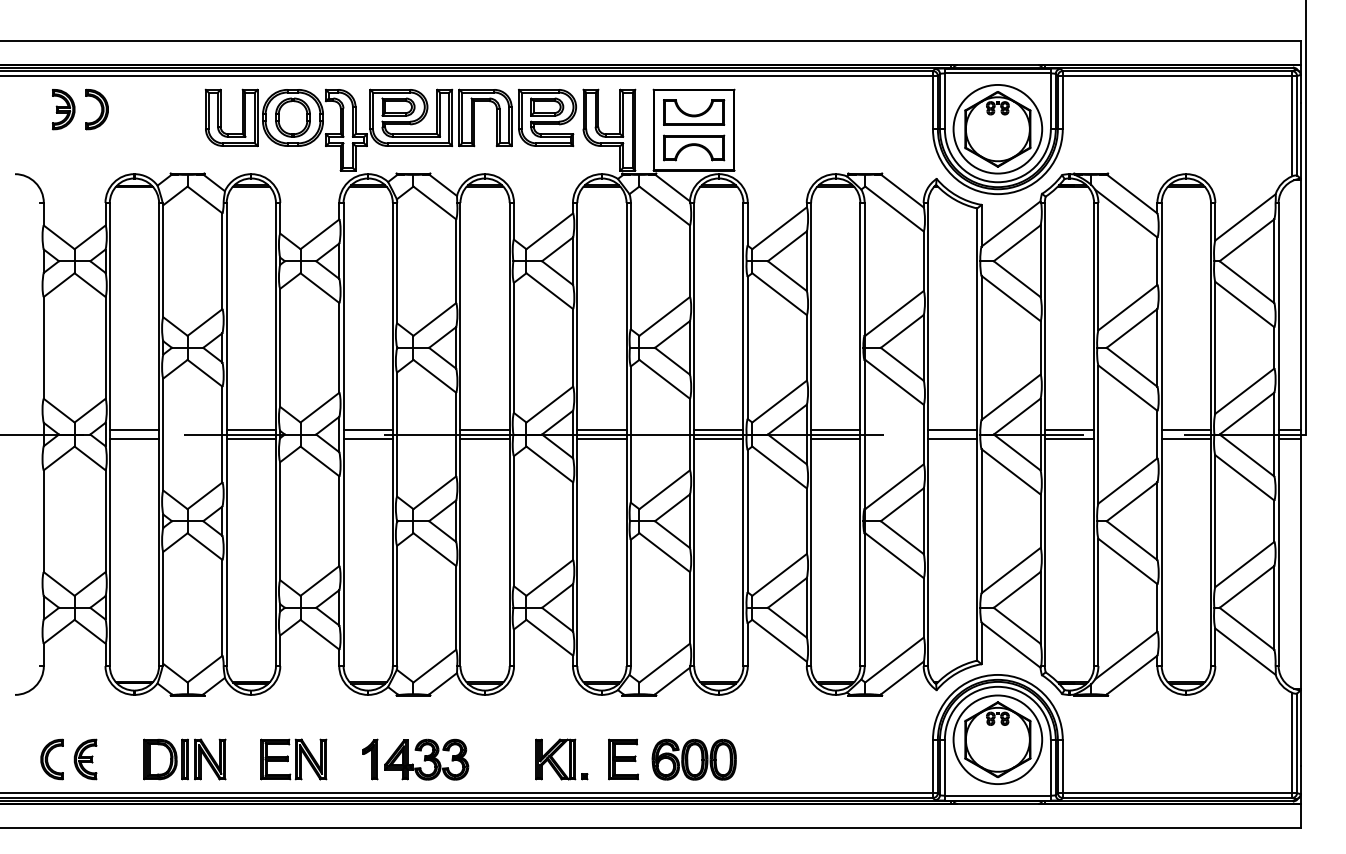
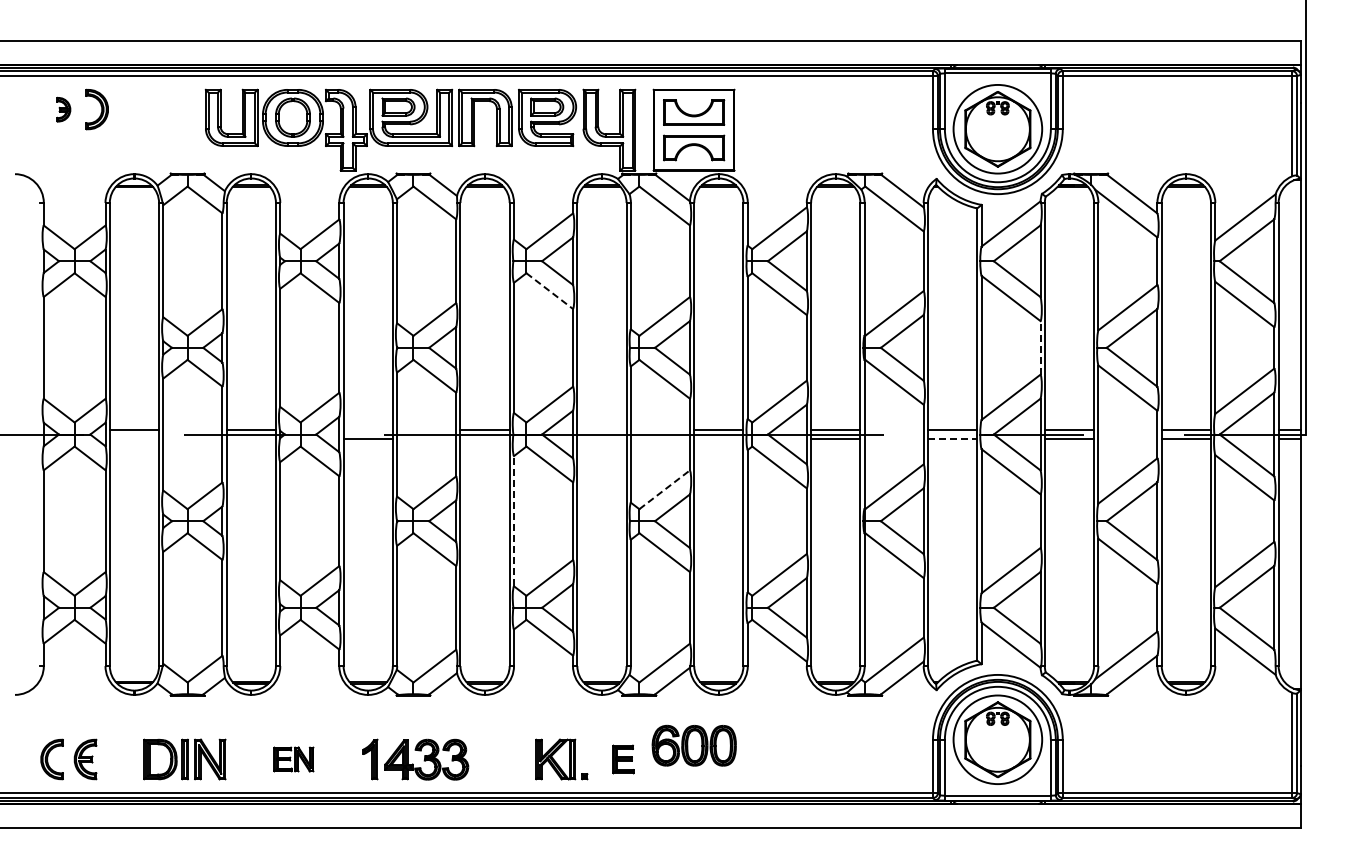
part at (63, 109) size: 24x42 px -> 16x27 px
line at (550, 291): solid -> dashed
line at (1040, 347): solid -> dashed
line at (367, 430): present -> none
line at (601, 430): present -> none
line at (134, 438): present -> none
line at (250, 438): present -> none
line at (484, 438): present -> none
line at (601, 438): present -> none
line at (718, 438): present -> none
line at (952, 438): solid -> dashed
line at (664, 489): solid -> dashed
line at (514, 520): solid -> dashed
part at (293, 759) size: 68x43 px -> 42x27 px
part at (623, 759) size: 31x43 px -> 23x31 px
part at (693, 759) position: (693, 759) -> (693, 745)
